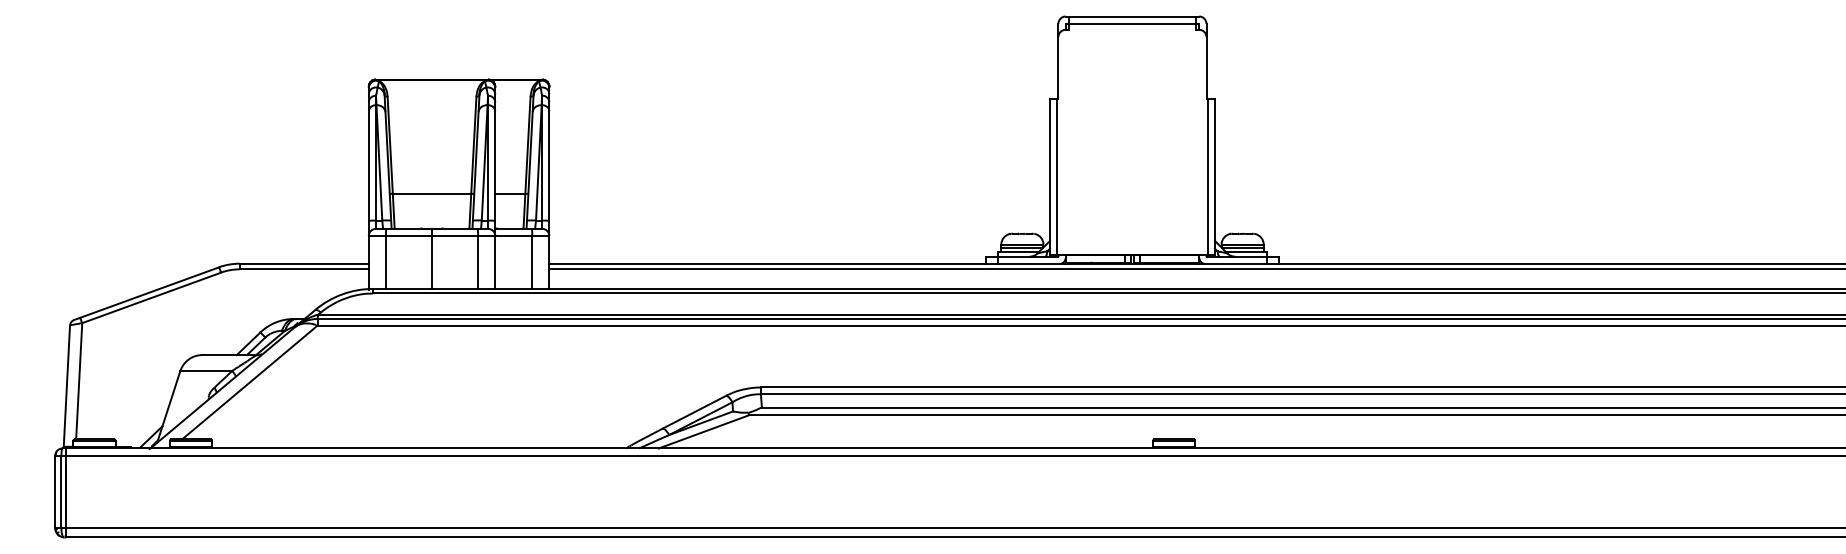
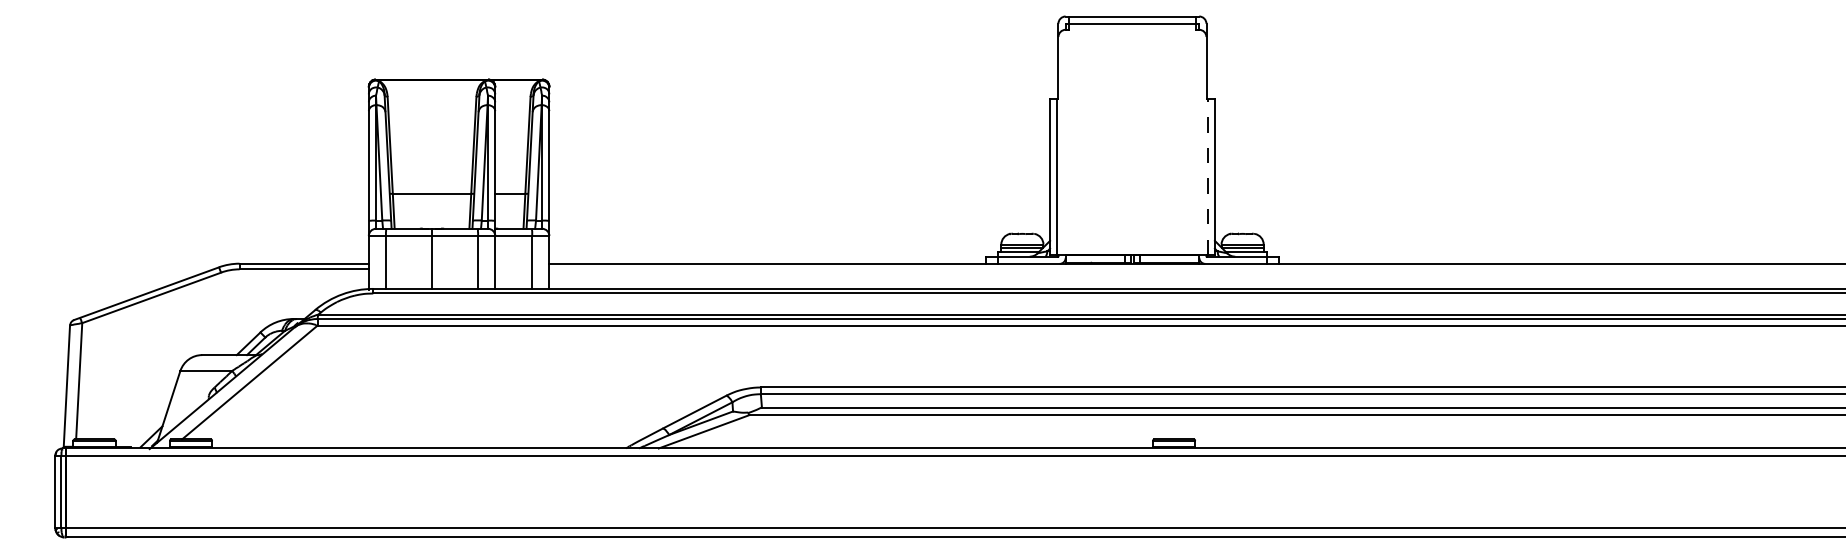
line at (1207, 176): solid -> dashed
line at (1195, 269): present -> none
